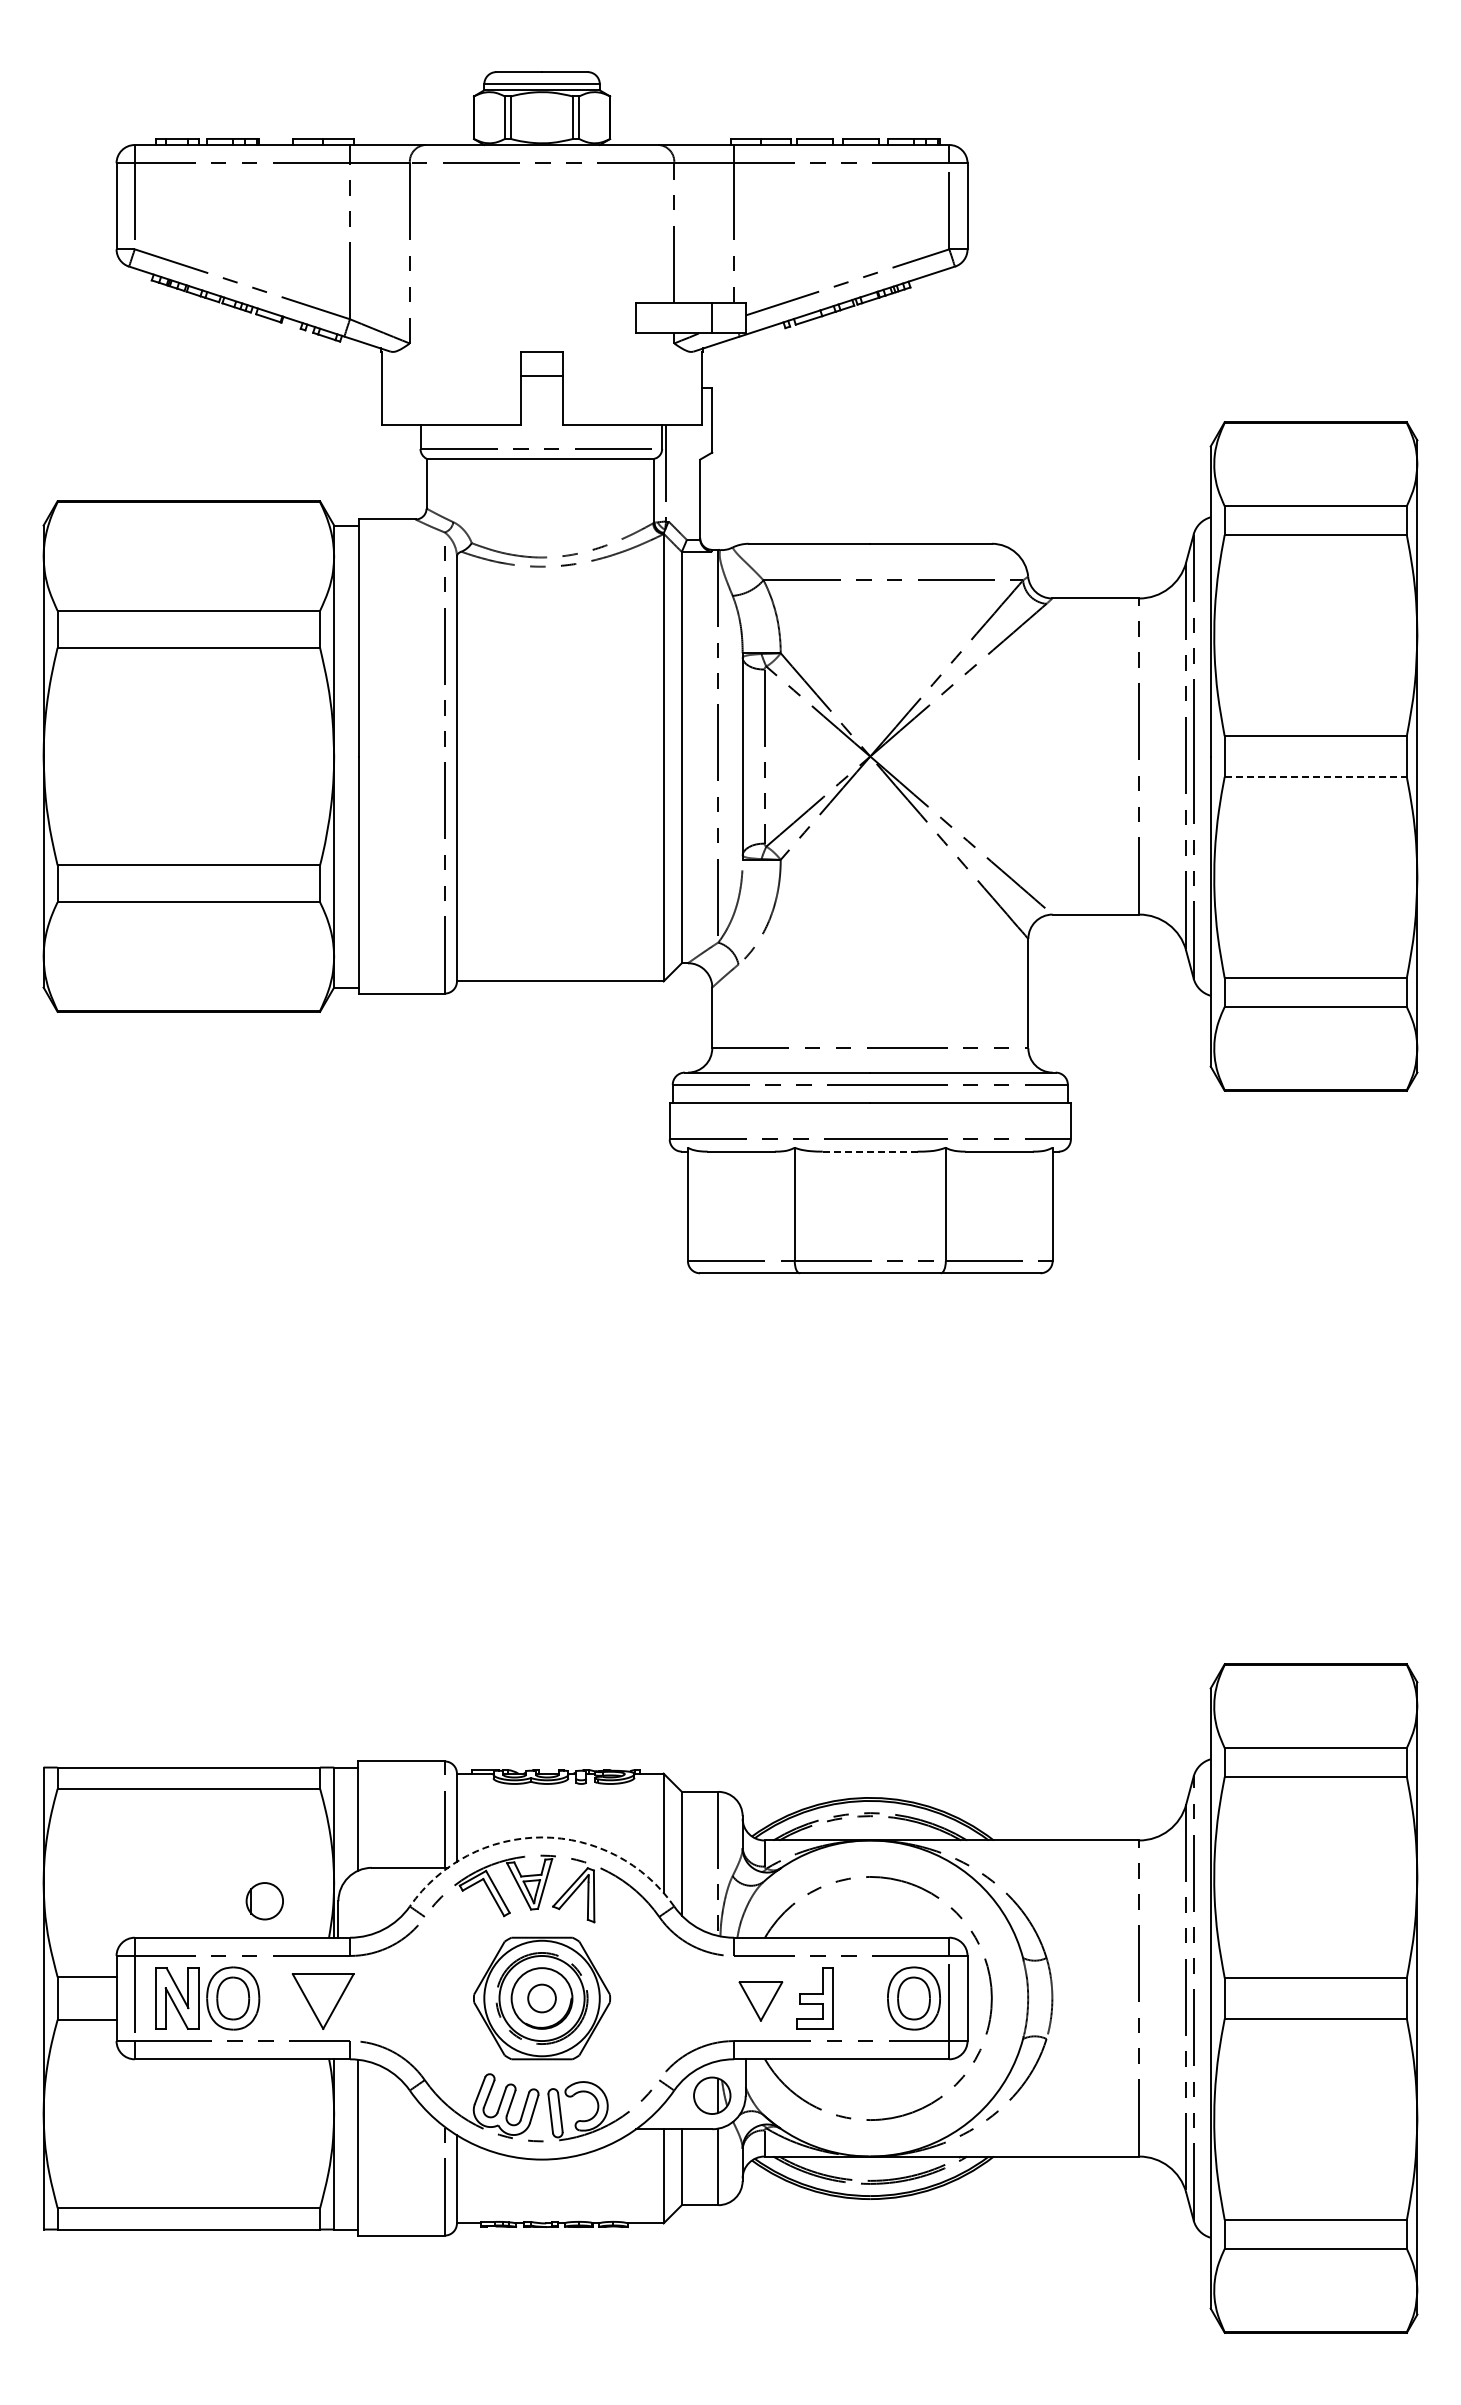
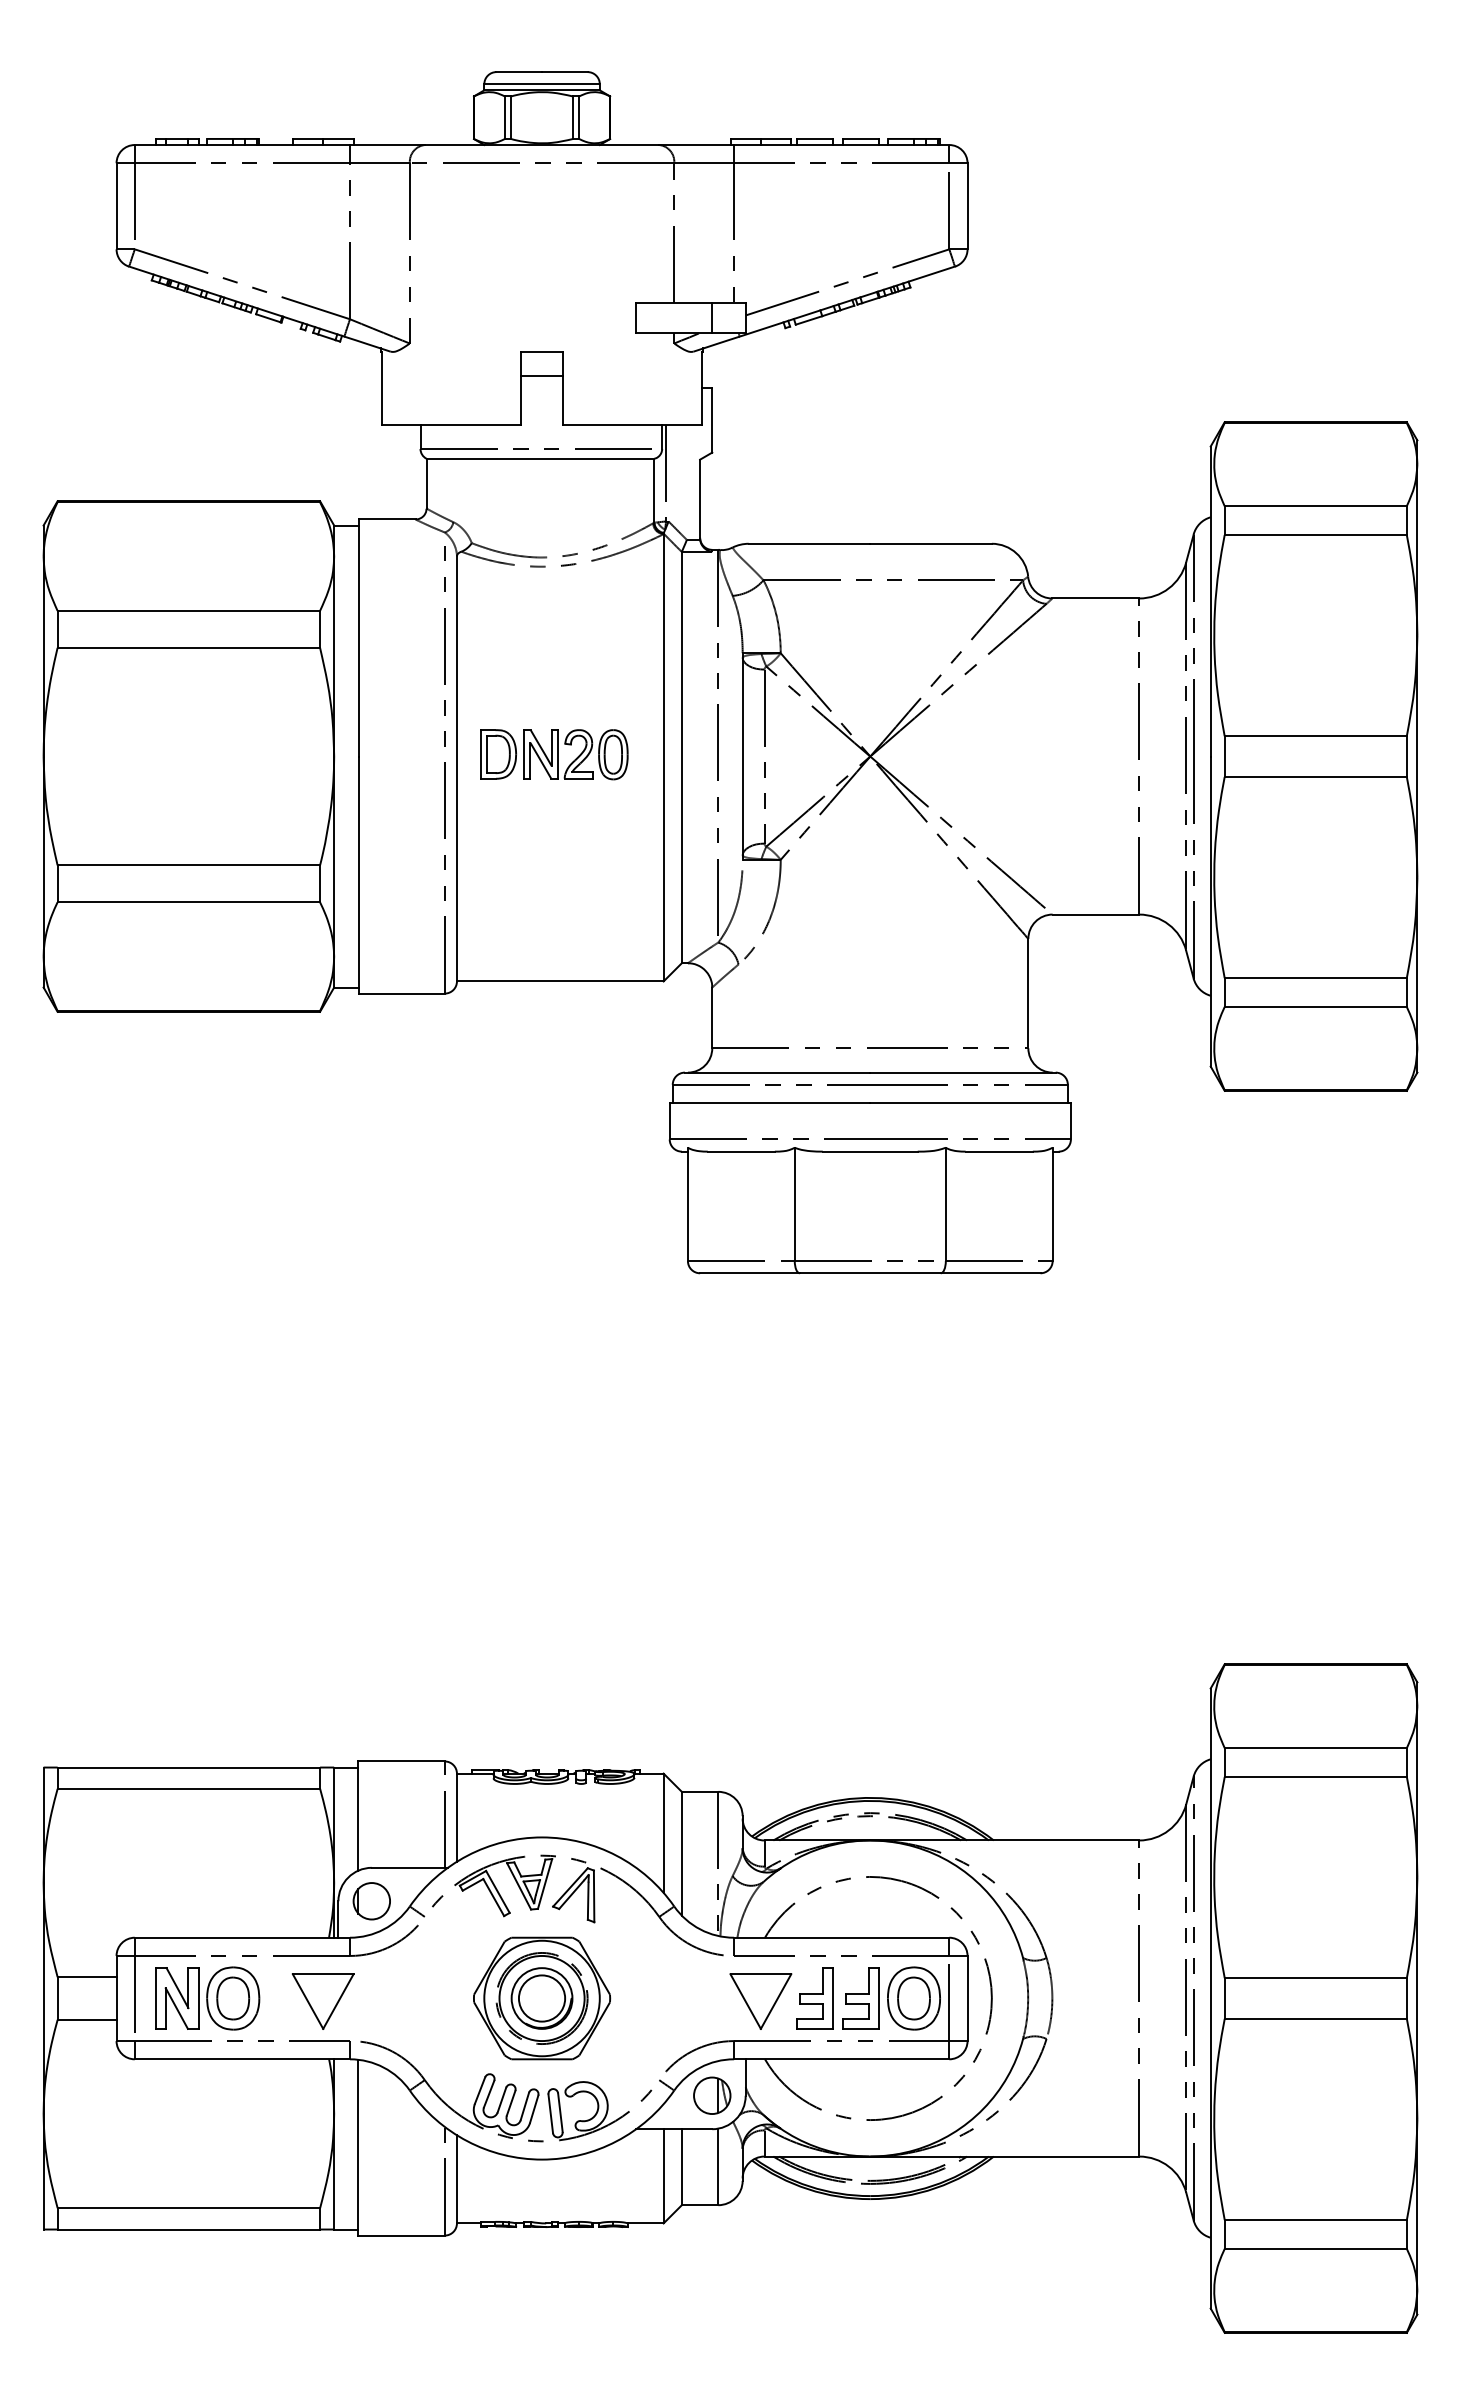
part at (554, 754): none -> present
line at (1316, 776): dashed -> solid
line at (869, 1151): dashed -> solid
arc at (542, 1837): dashed -> solid
part at (264, 1901) position: (264, 1901) -> (371, 1901)
circle at (541, 1998) diameter: 28 px -> 46 px
part at (860, 1998): none -> present
part at (760, 2001) size: 46x41 px -> 64x57 px
